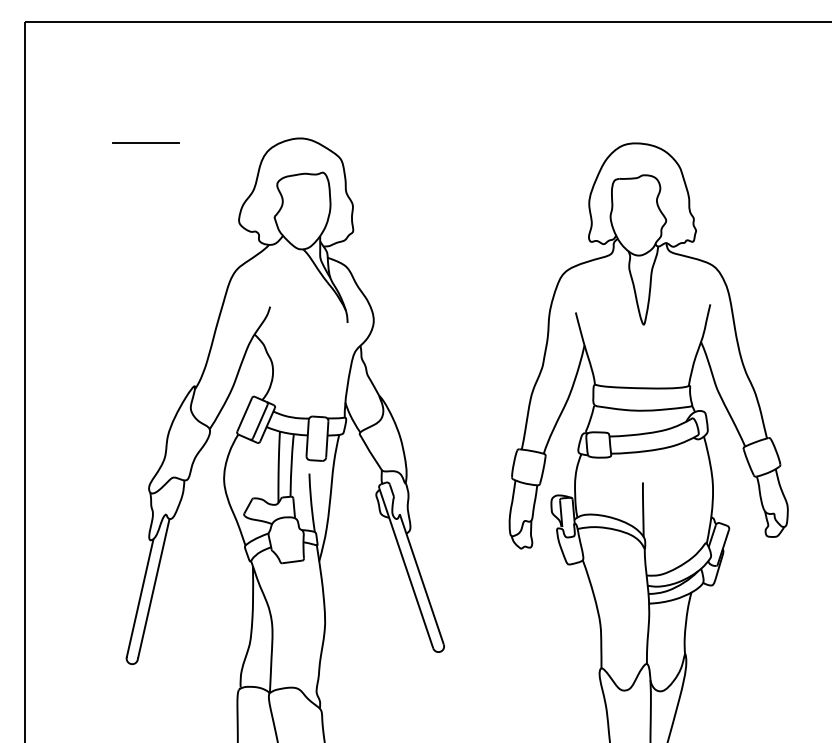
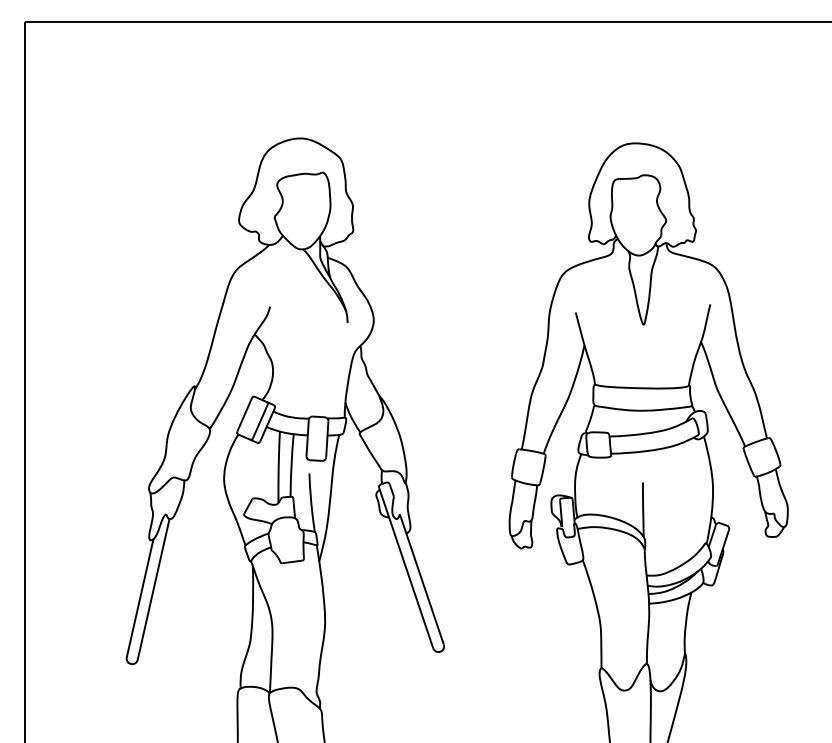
line at (145, 142): present -> none
